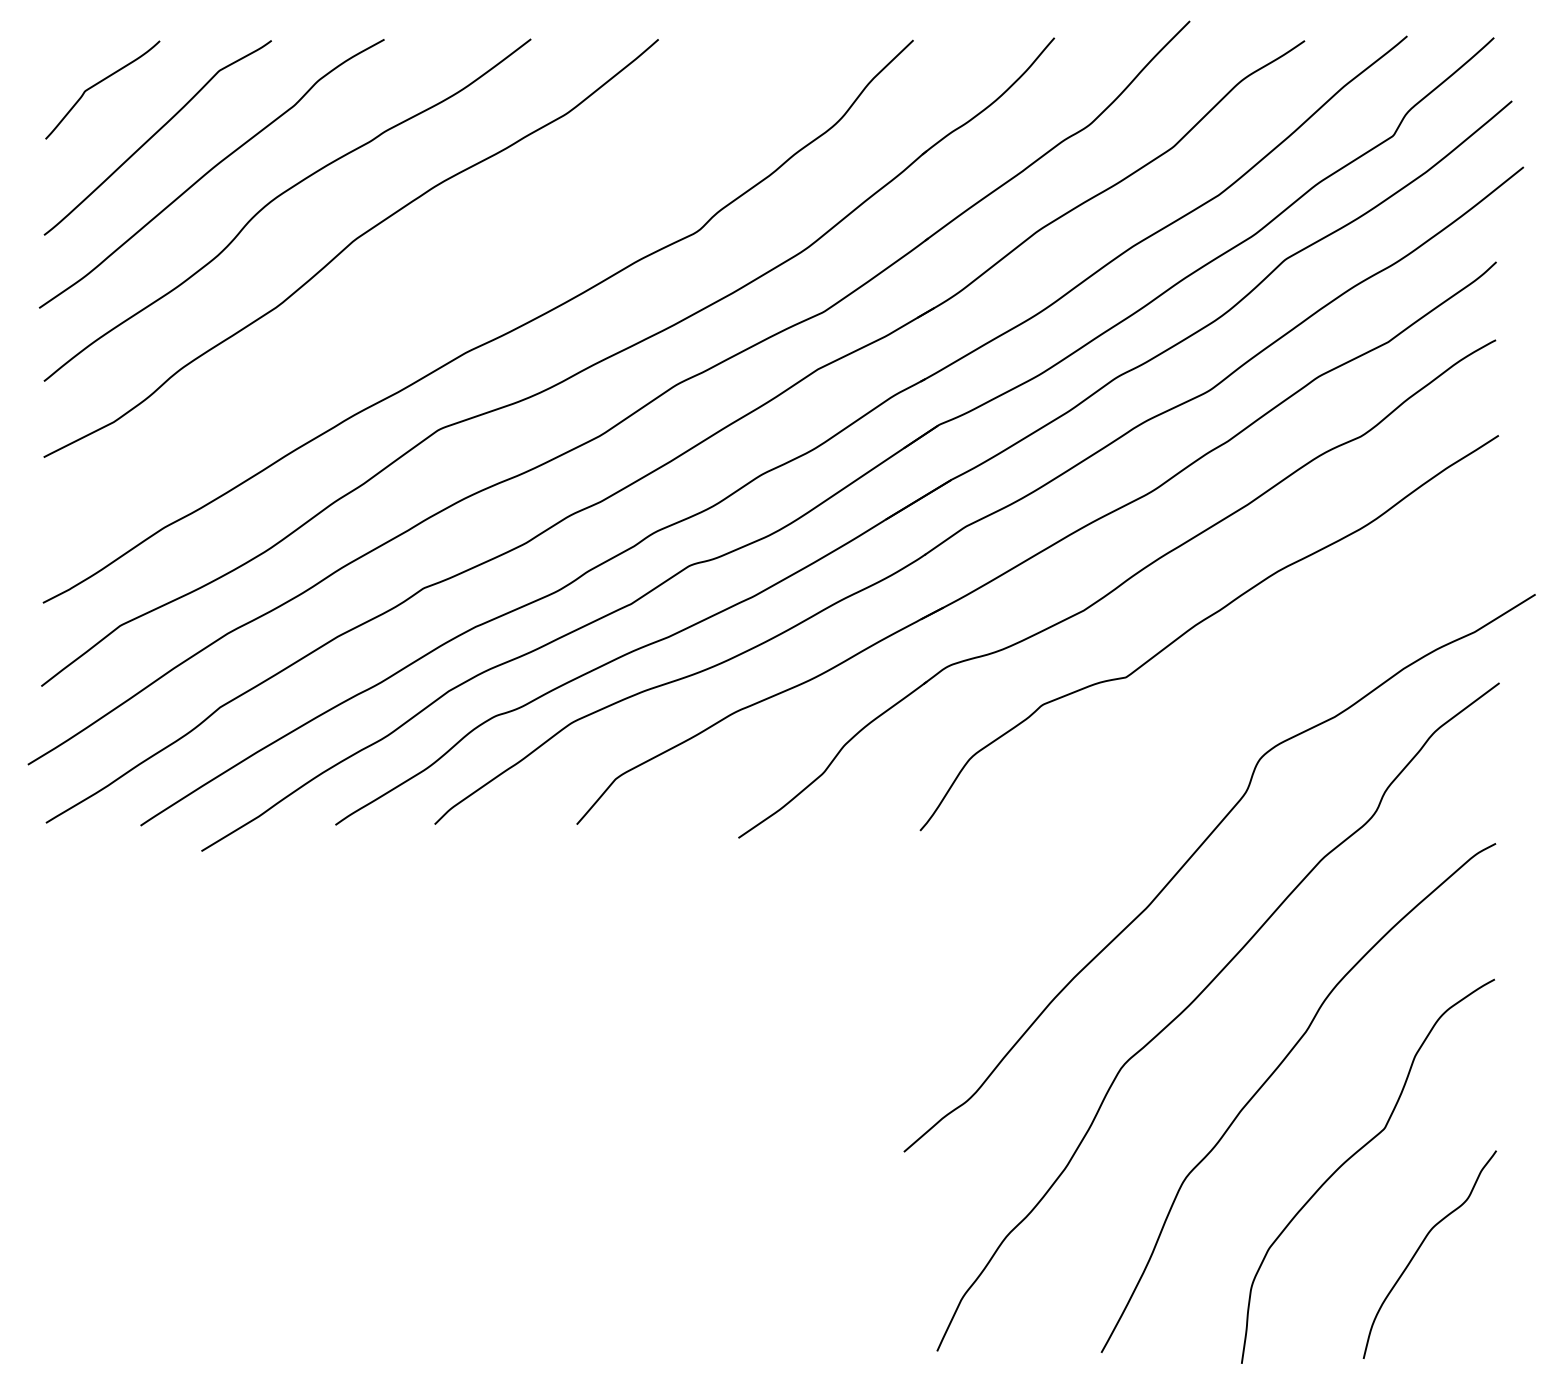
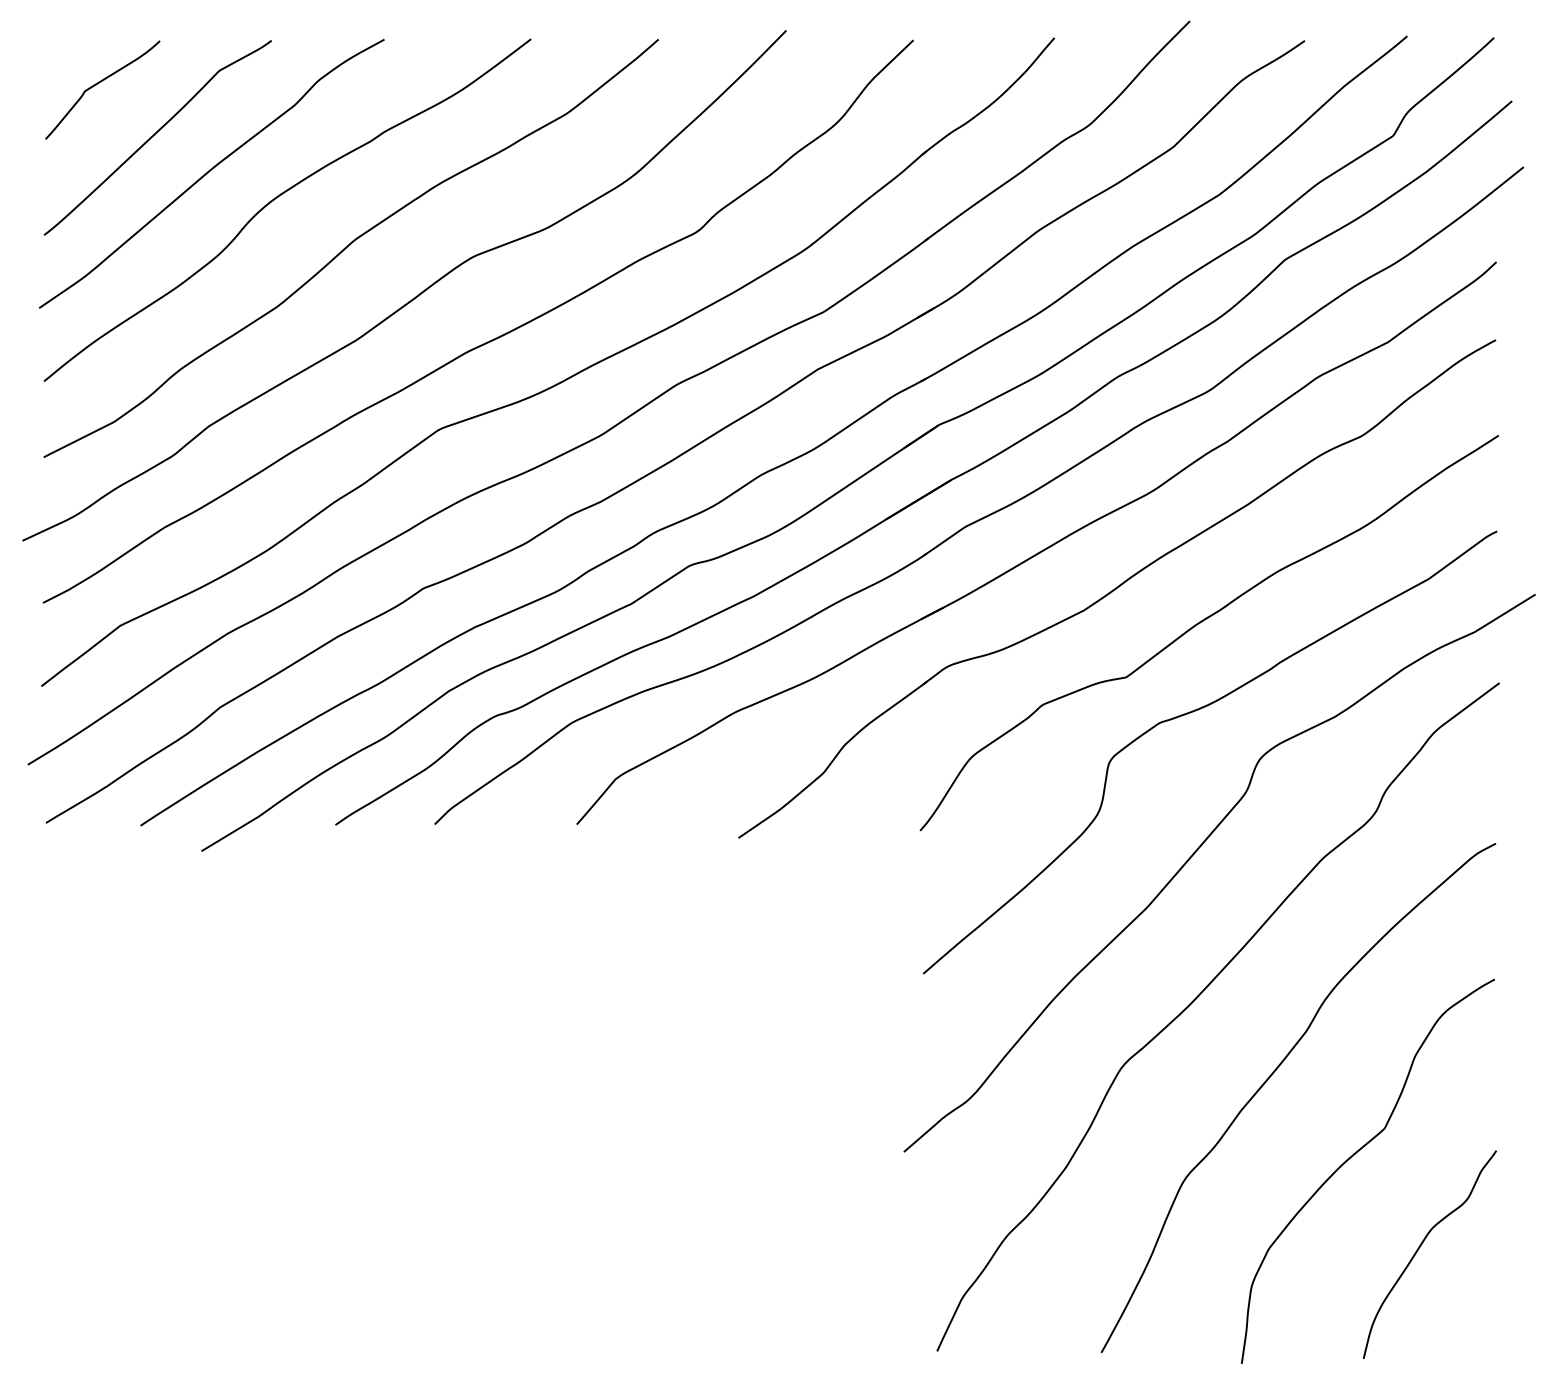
curve at (412, 298): none -> present
curve at (1193, 712): none -> present
